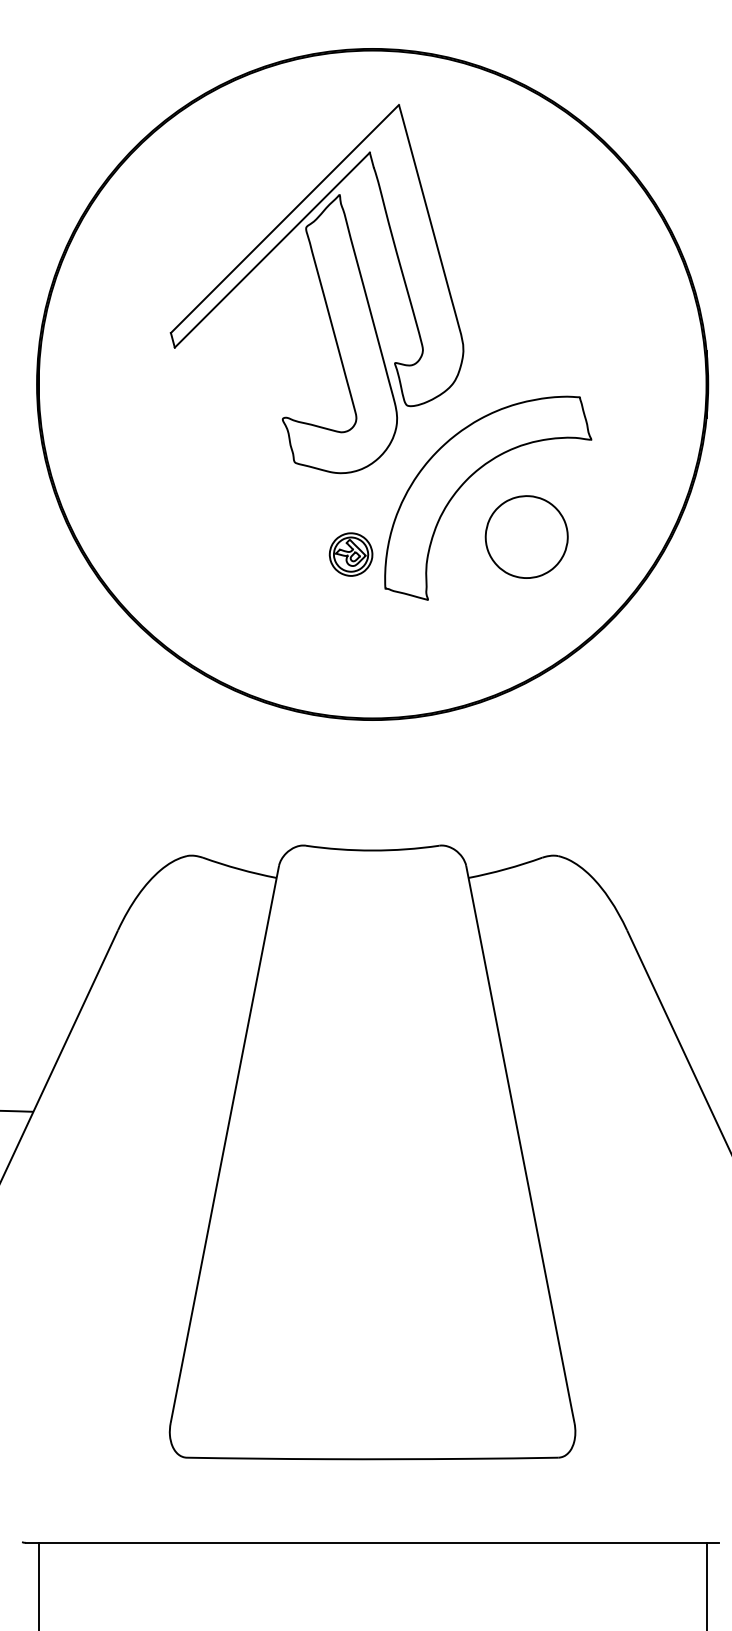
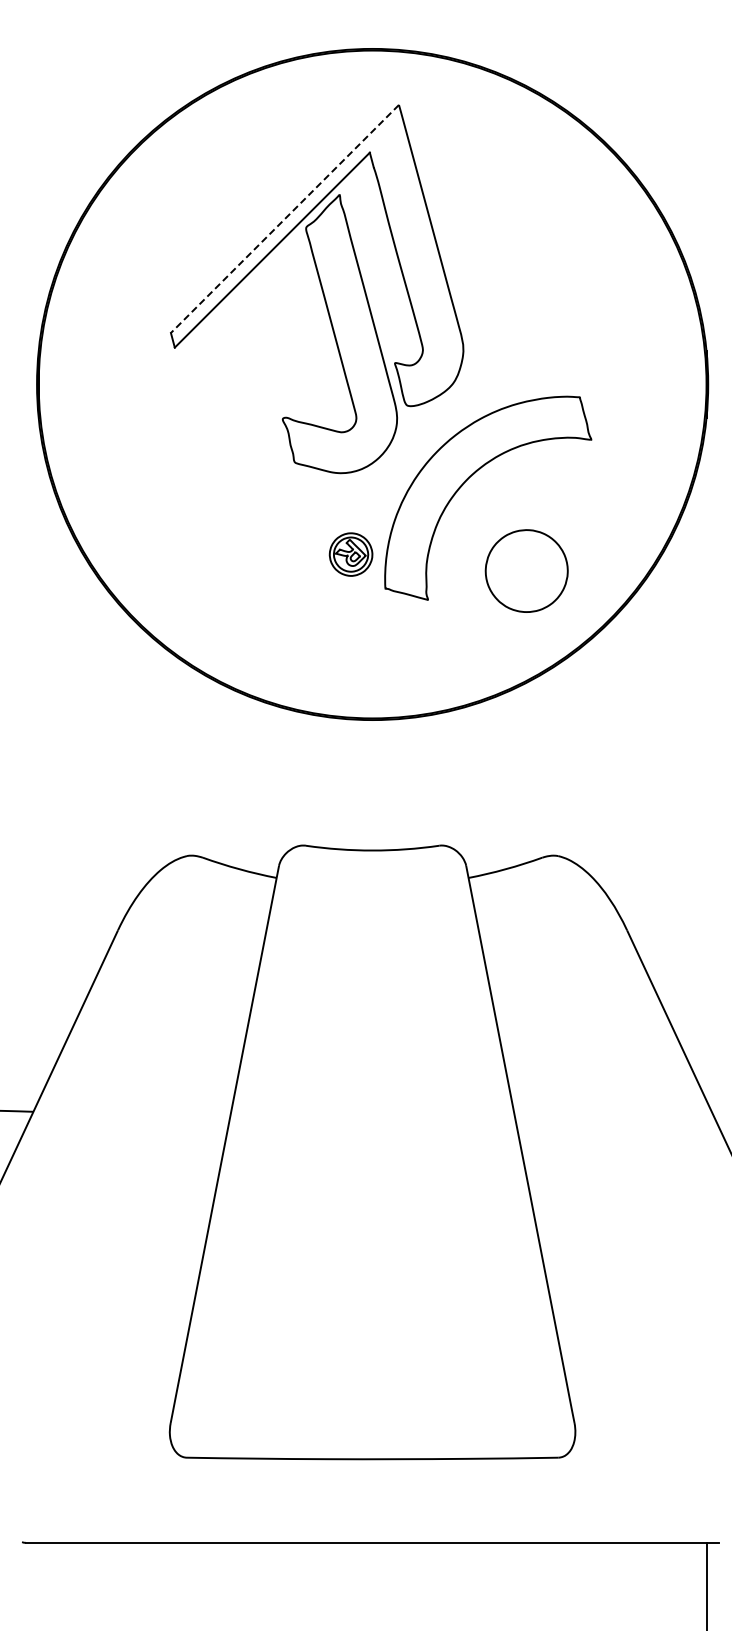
line at (284, 219): solid -> dashed
part at (526, 536) position: (526, 536) -> (526, 570)
line at (38, 1584): present -> none
